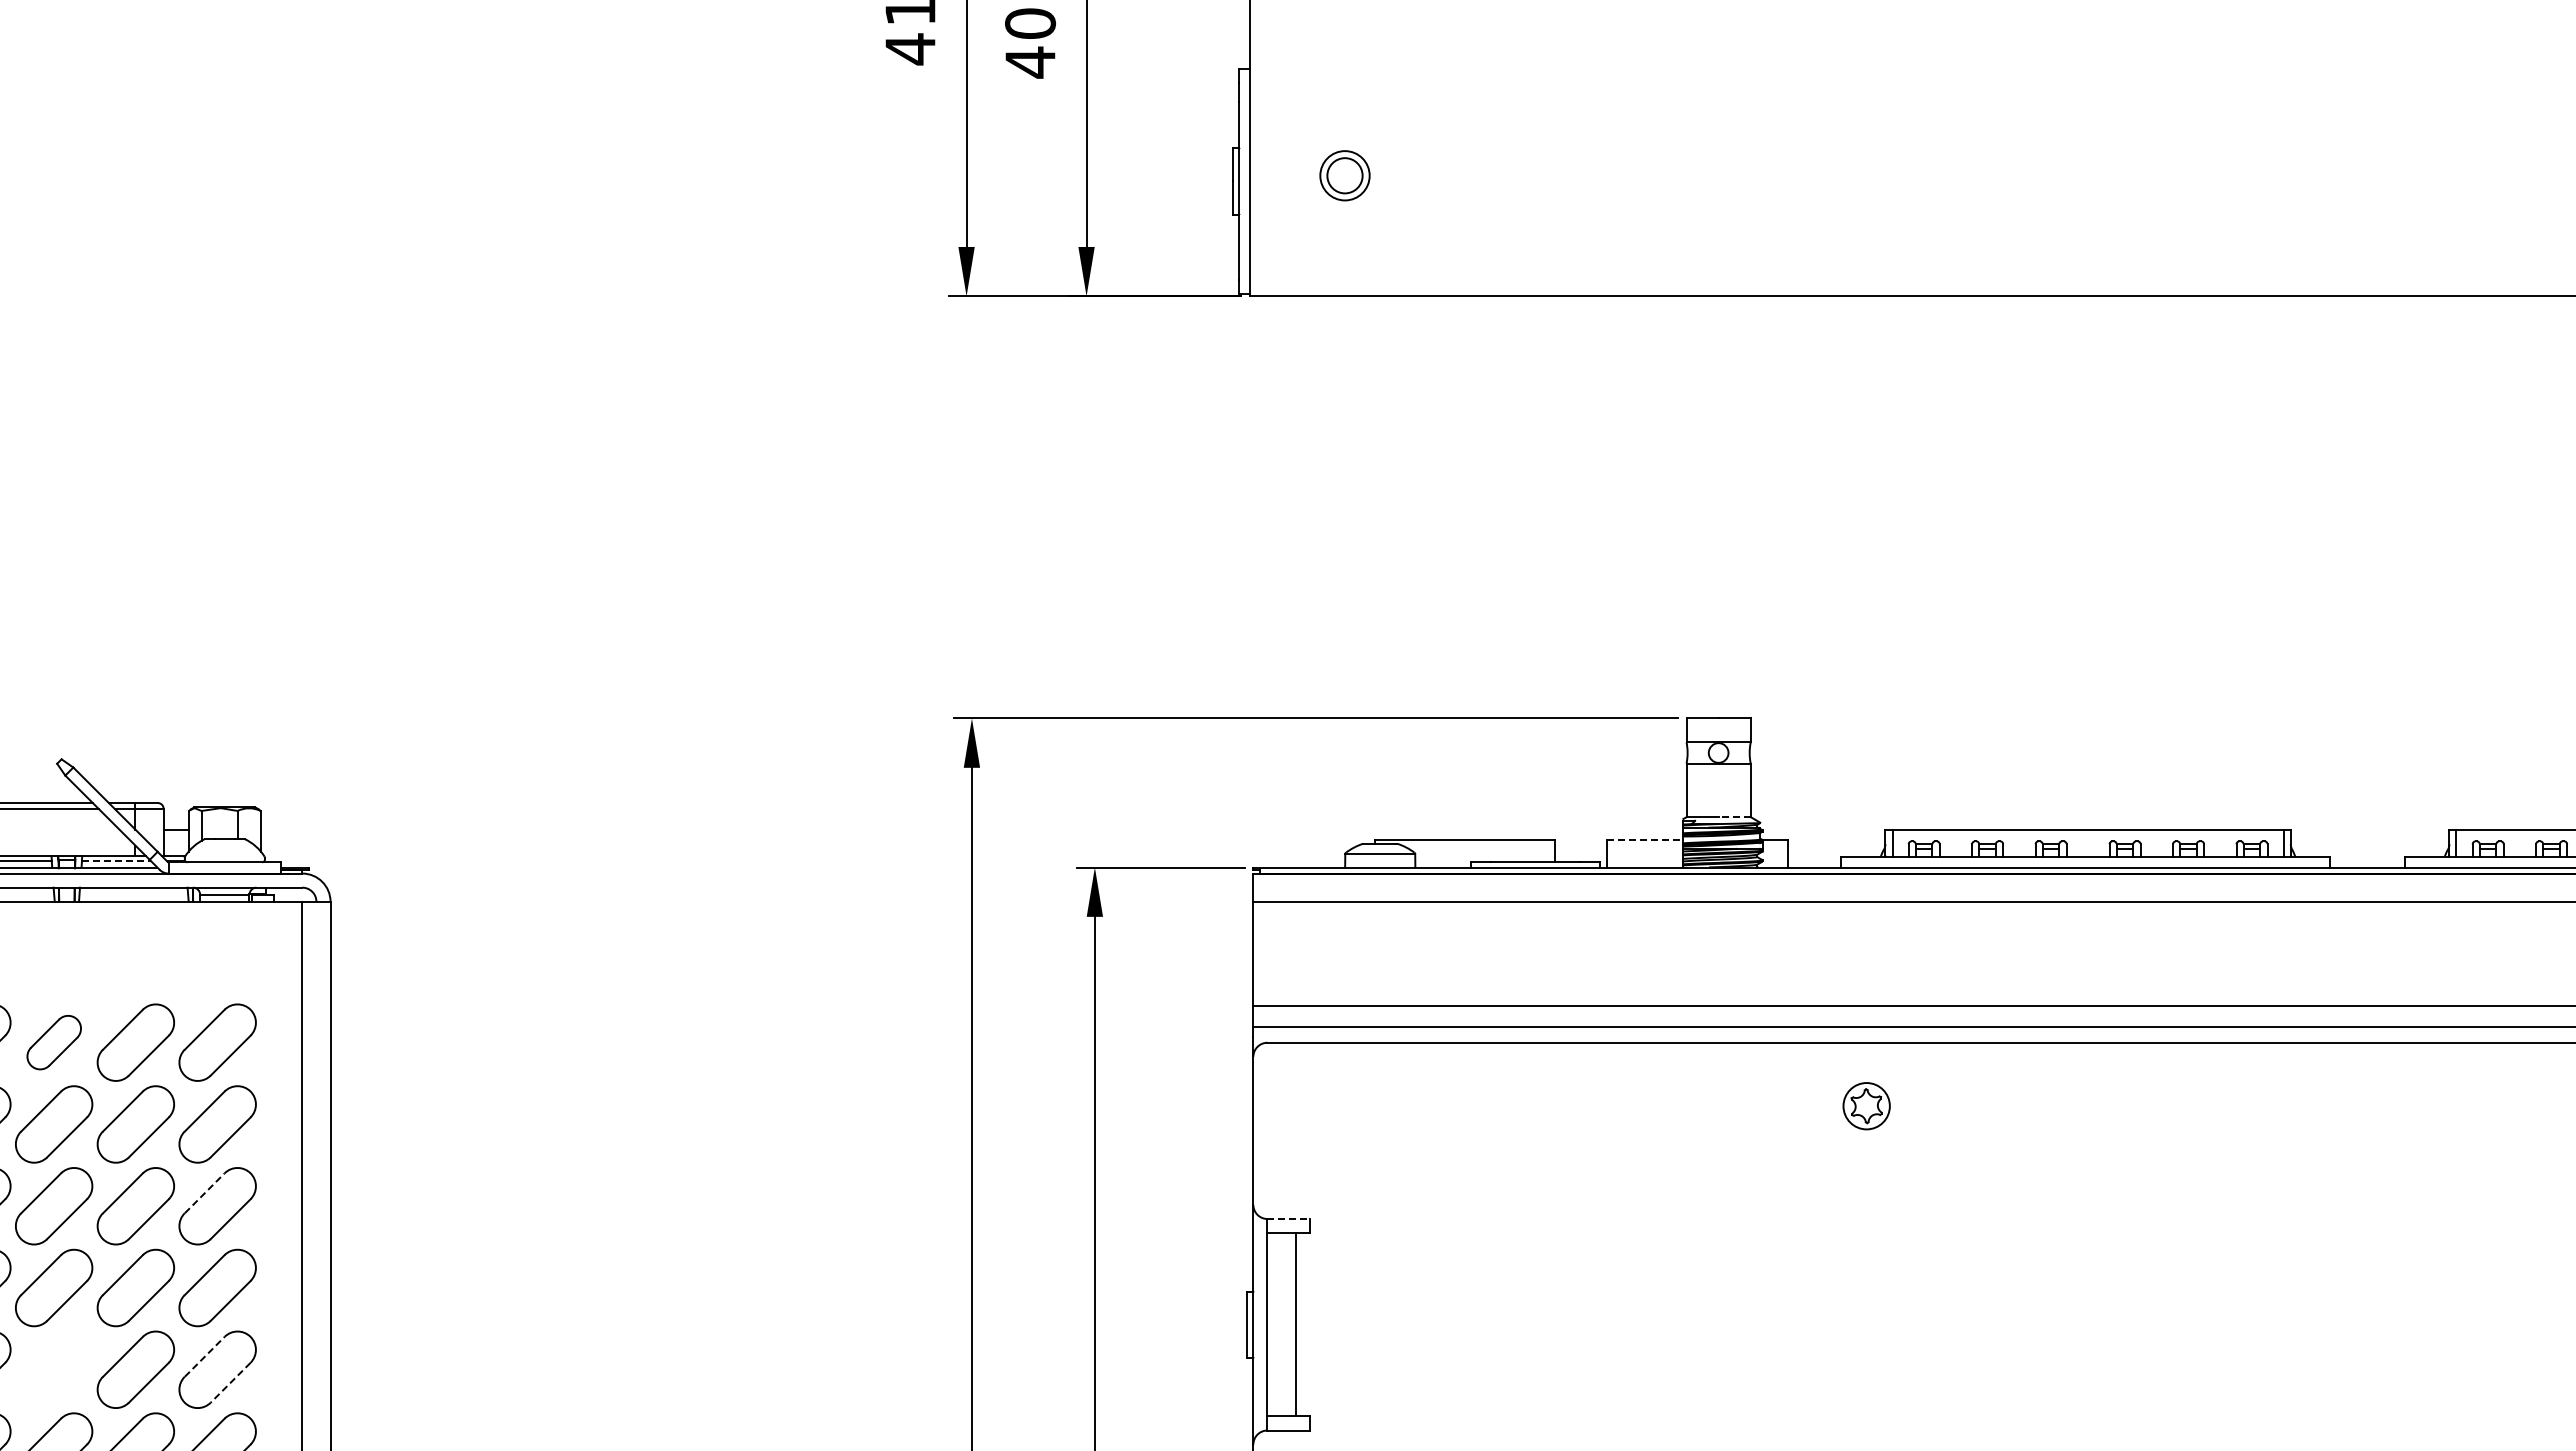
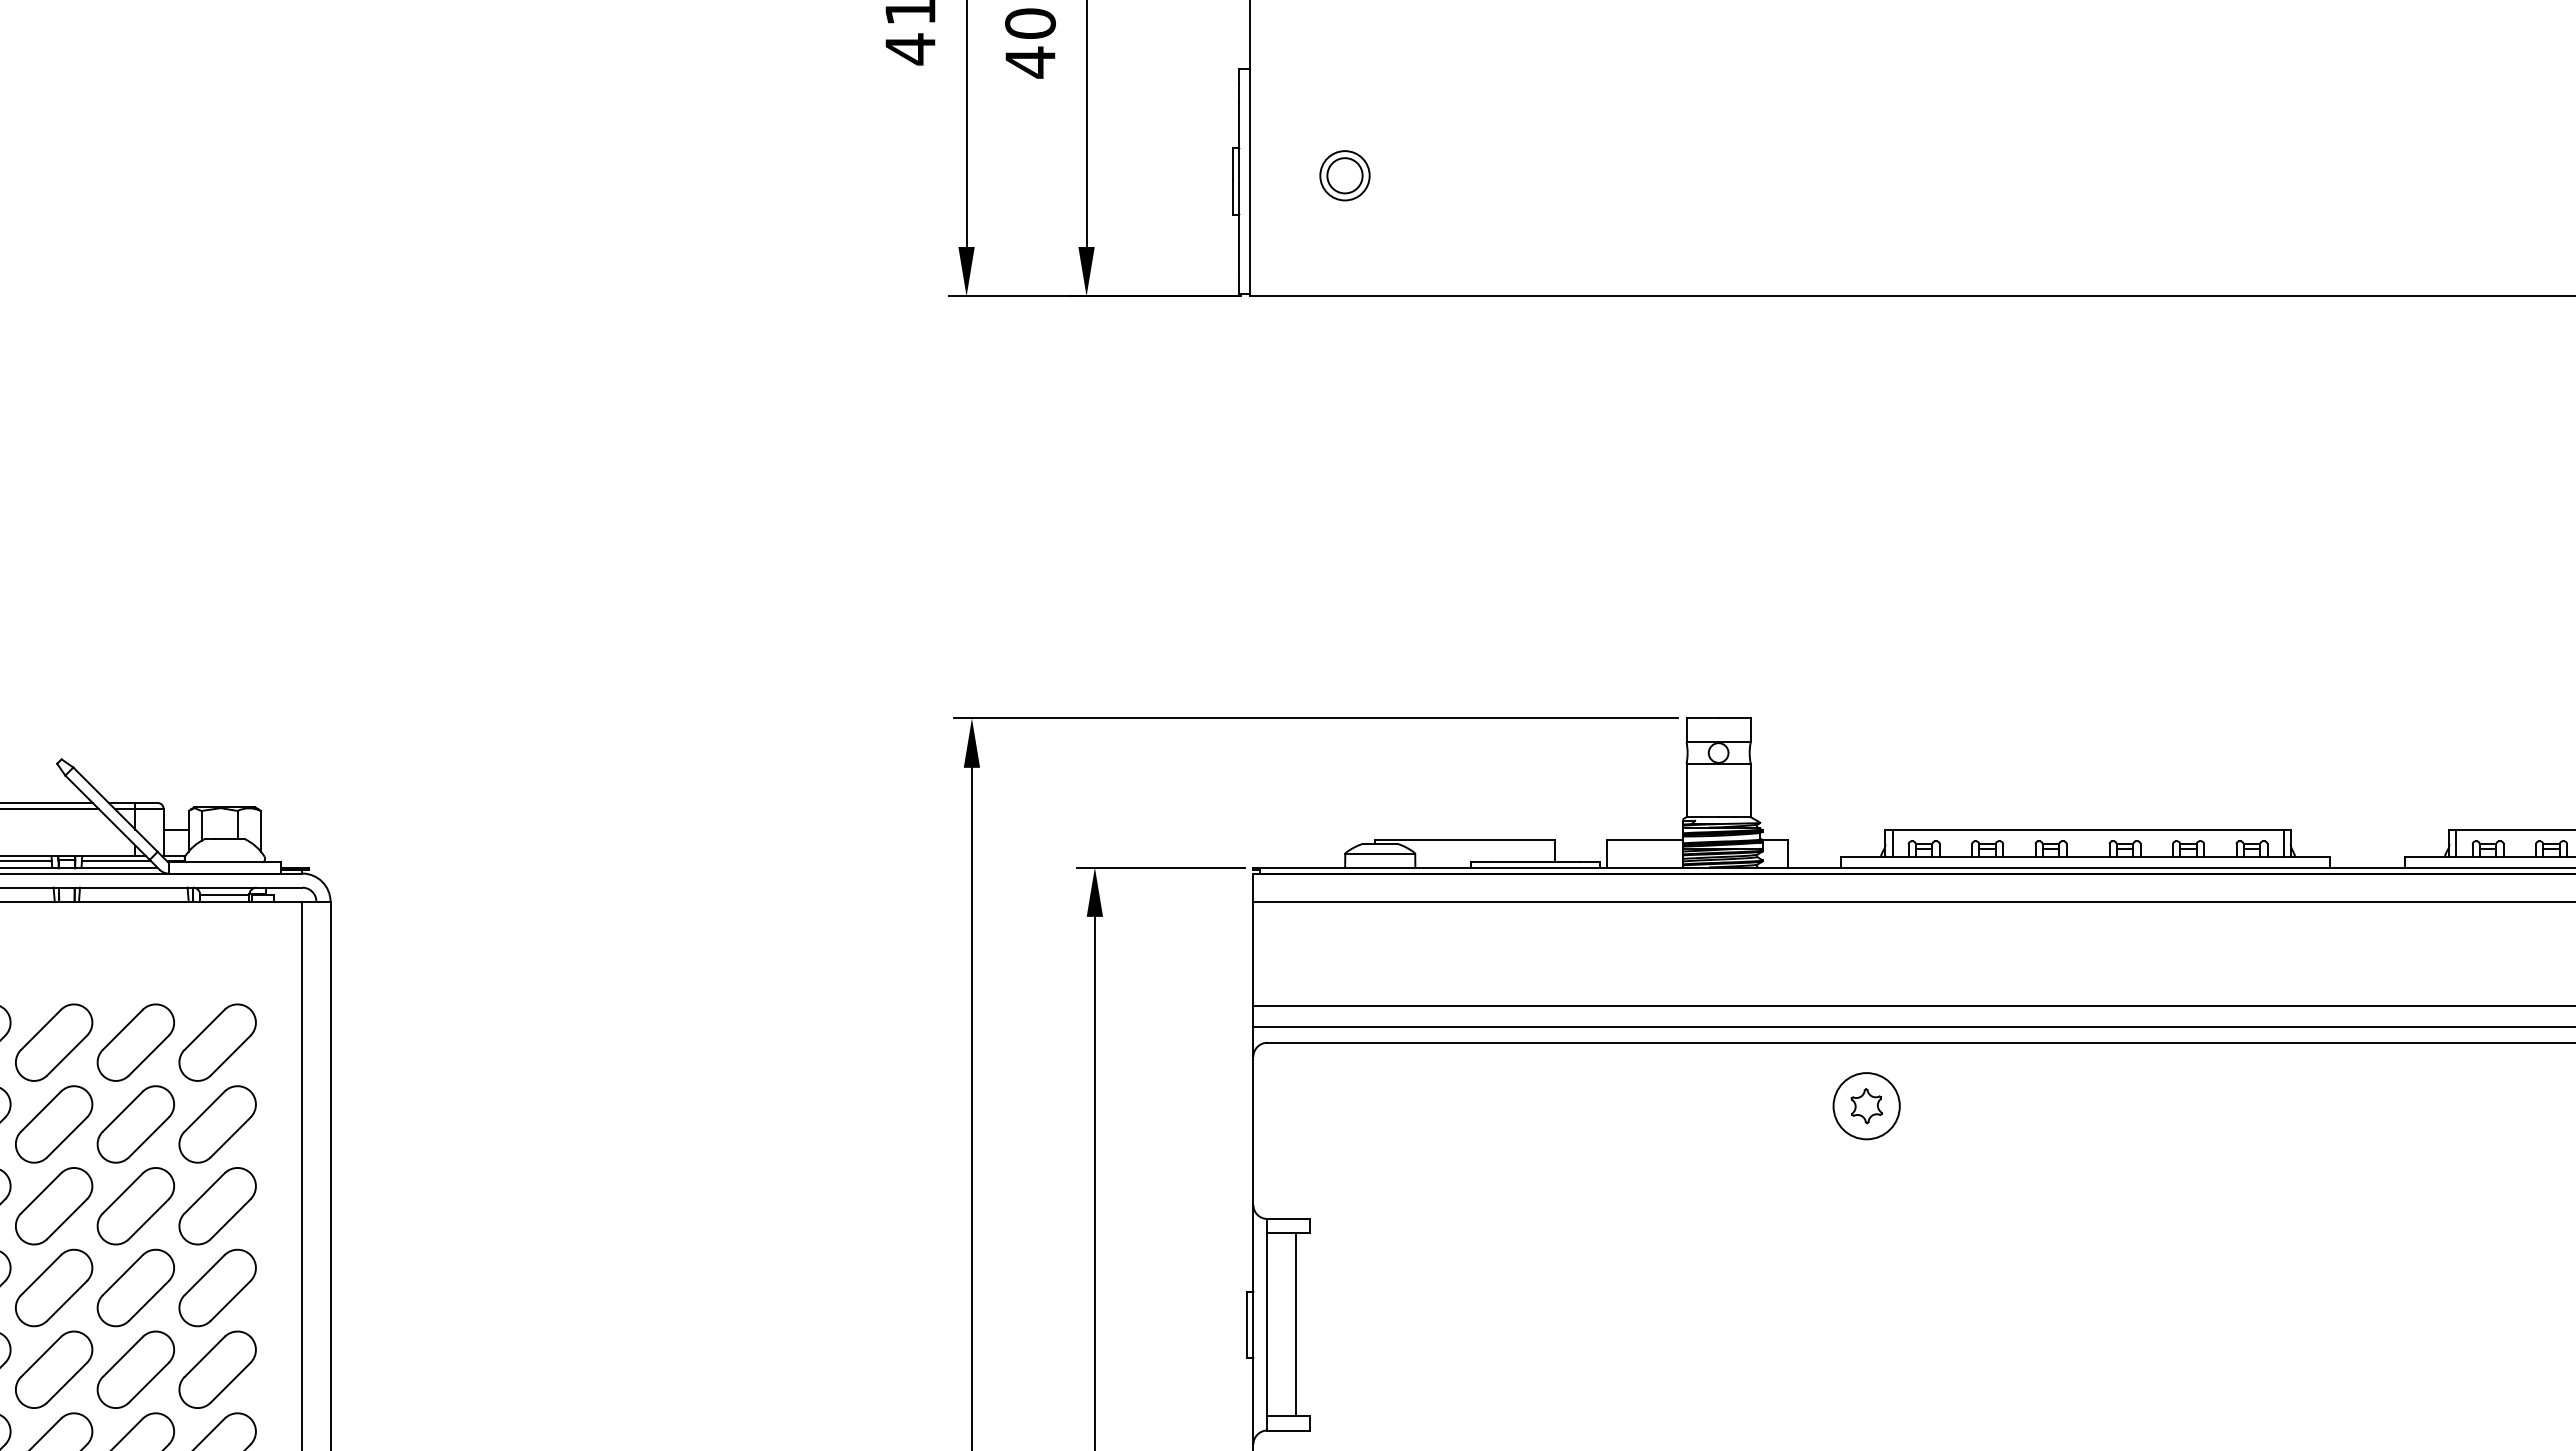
line at (1734, 817): dashed -> solid
line at (1644, 839): dashed -> solid
line at (116, 861): dashed -> solid
part at (53, 1042) size: 56x56 px -> 79x79 px
circle at (1866, 1106) diameter: 46 px -> 66 px
line at (205, 1192): dashed -> solid
line at (1289, 1219): dashed -> solid
line at (205, 1356): dashed -> solid
part at (54, 1369): none -> present
line at (230, 1383): dashed -> solid
